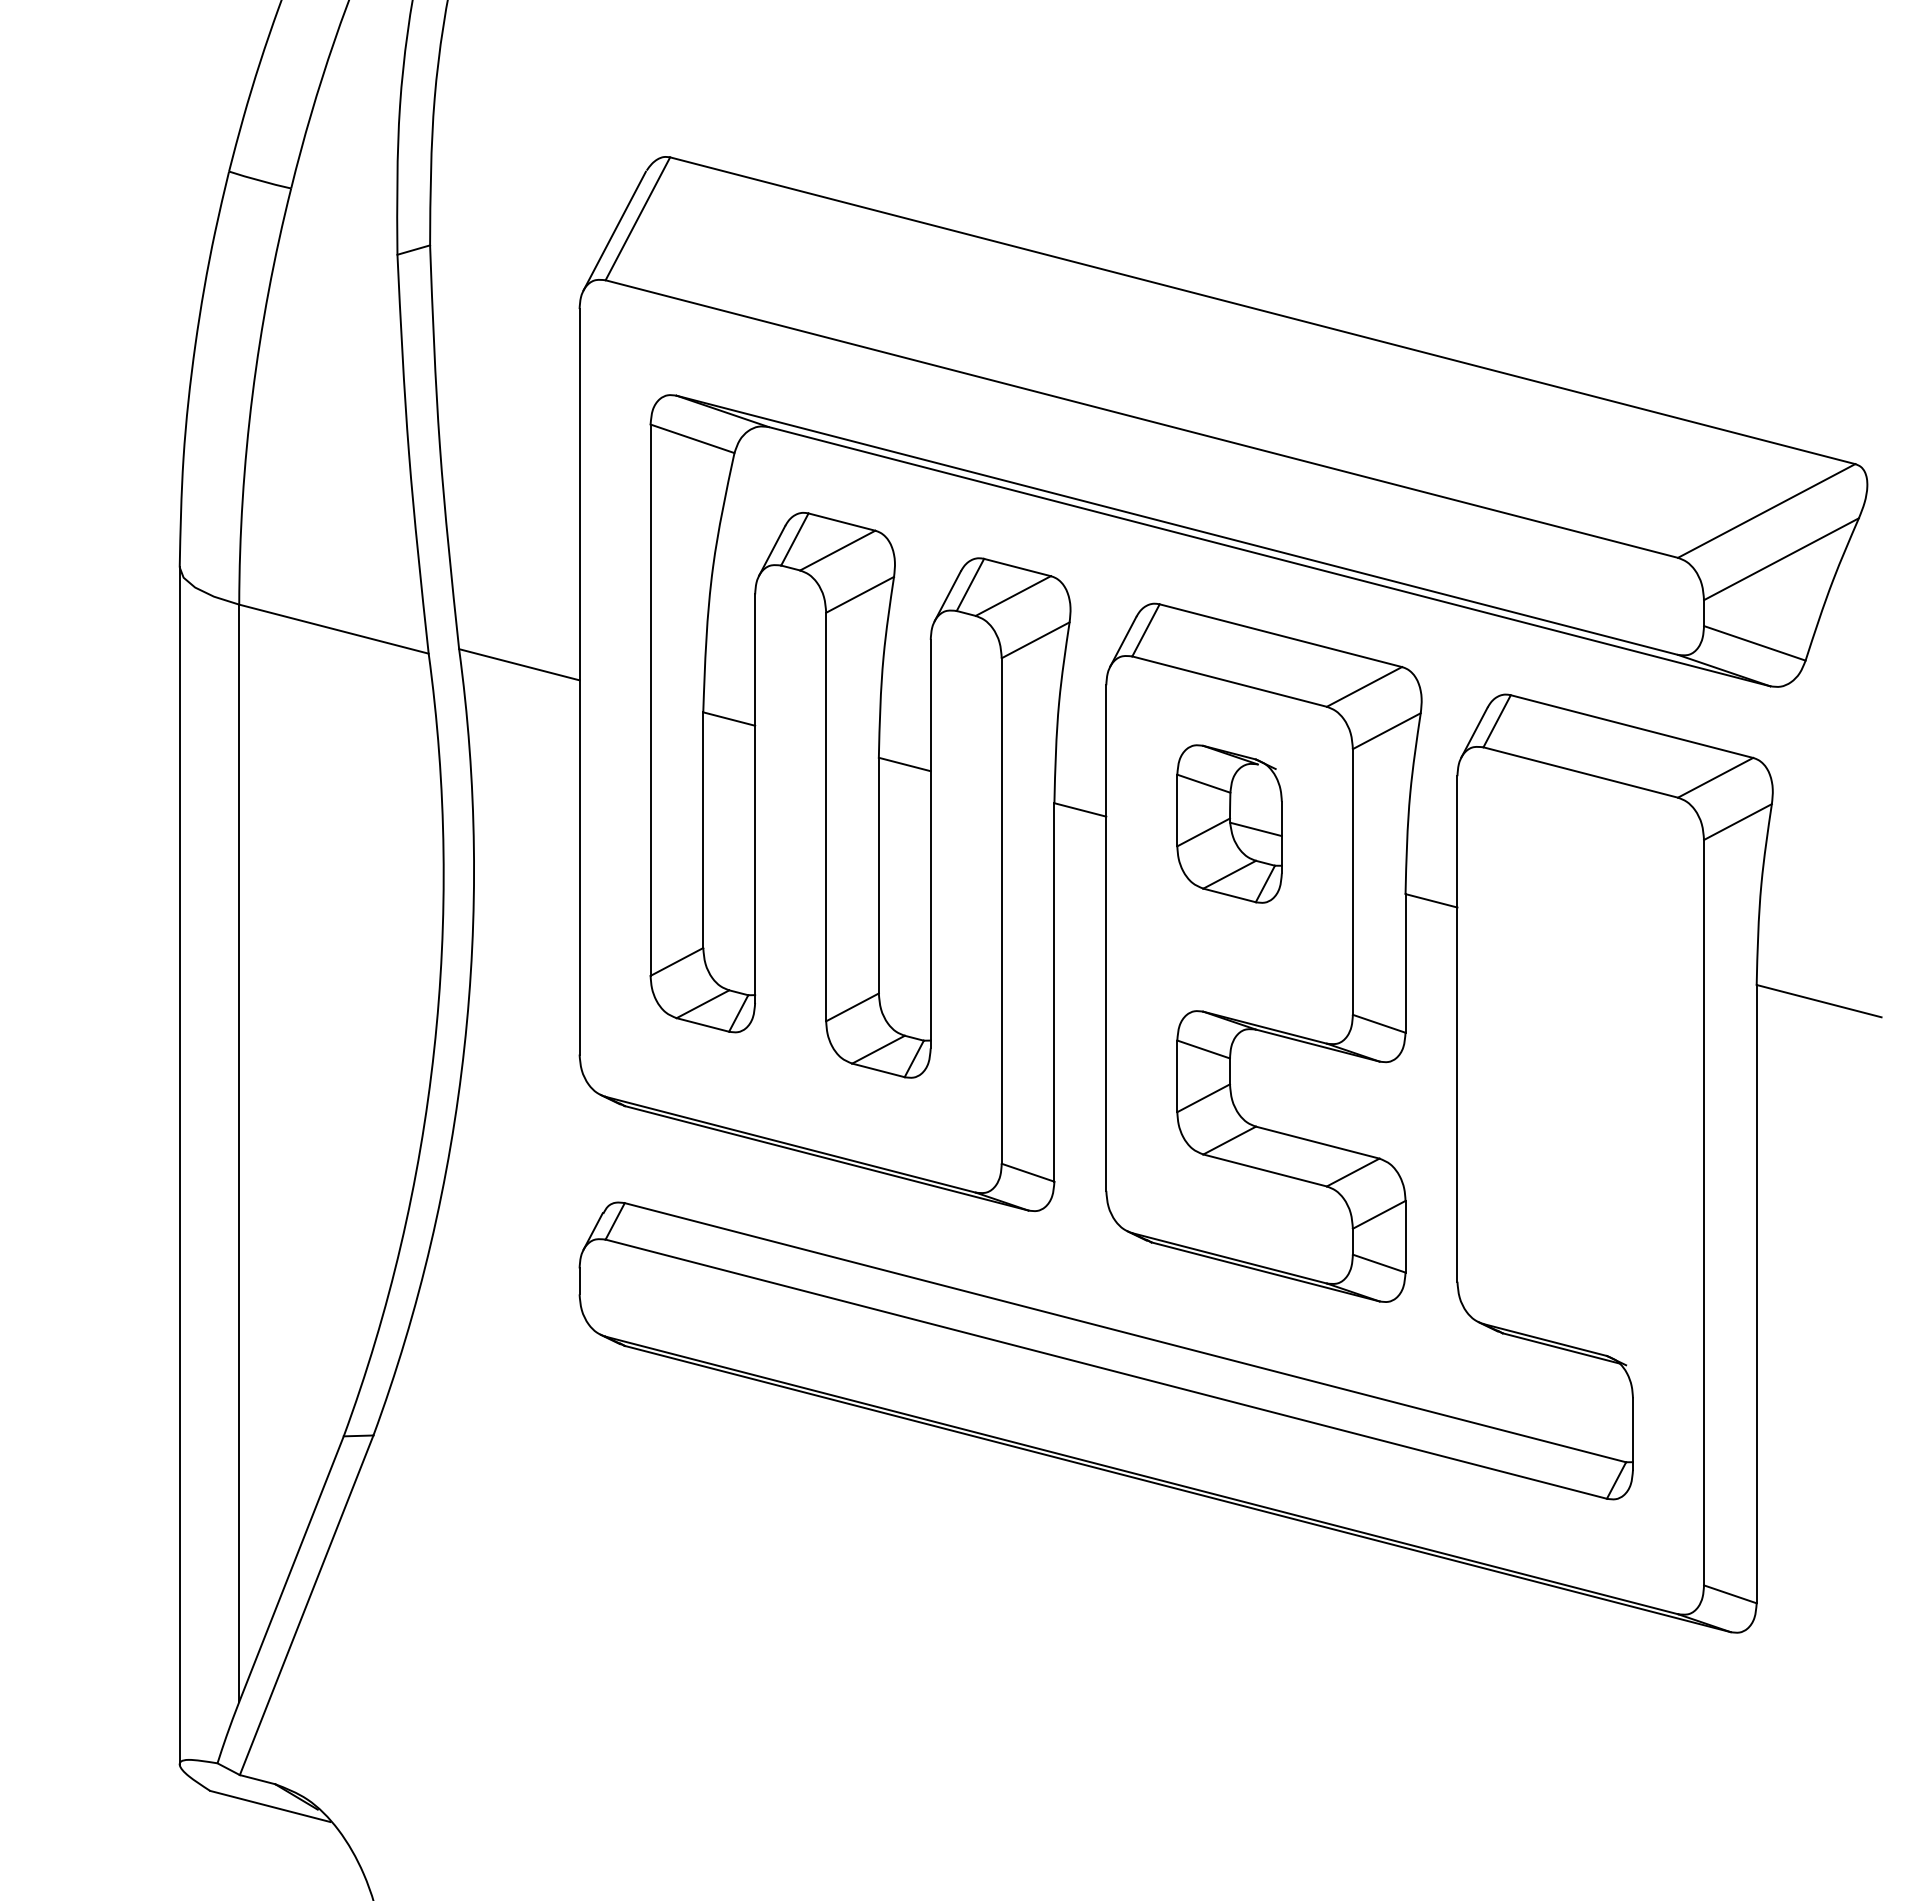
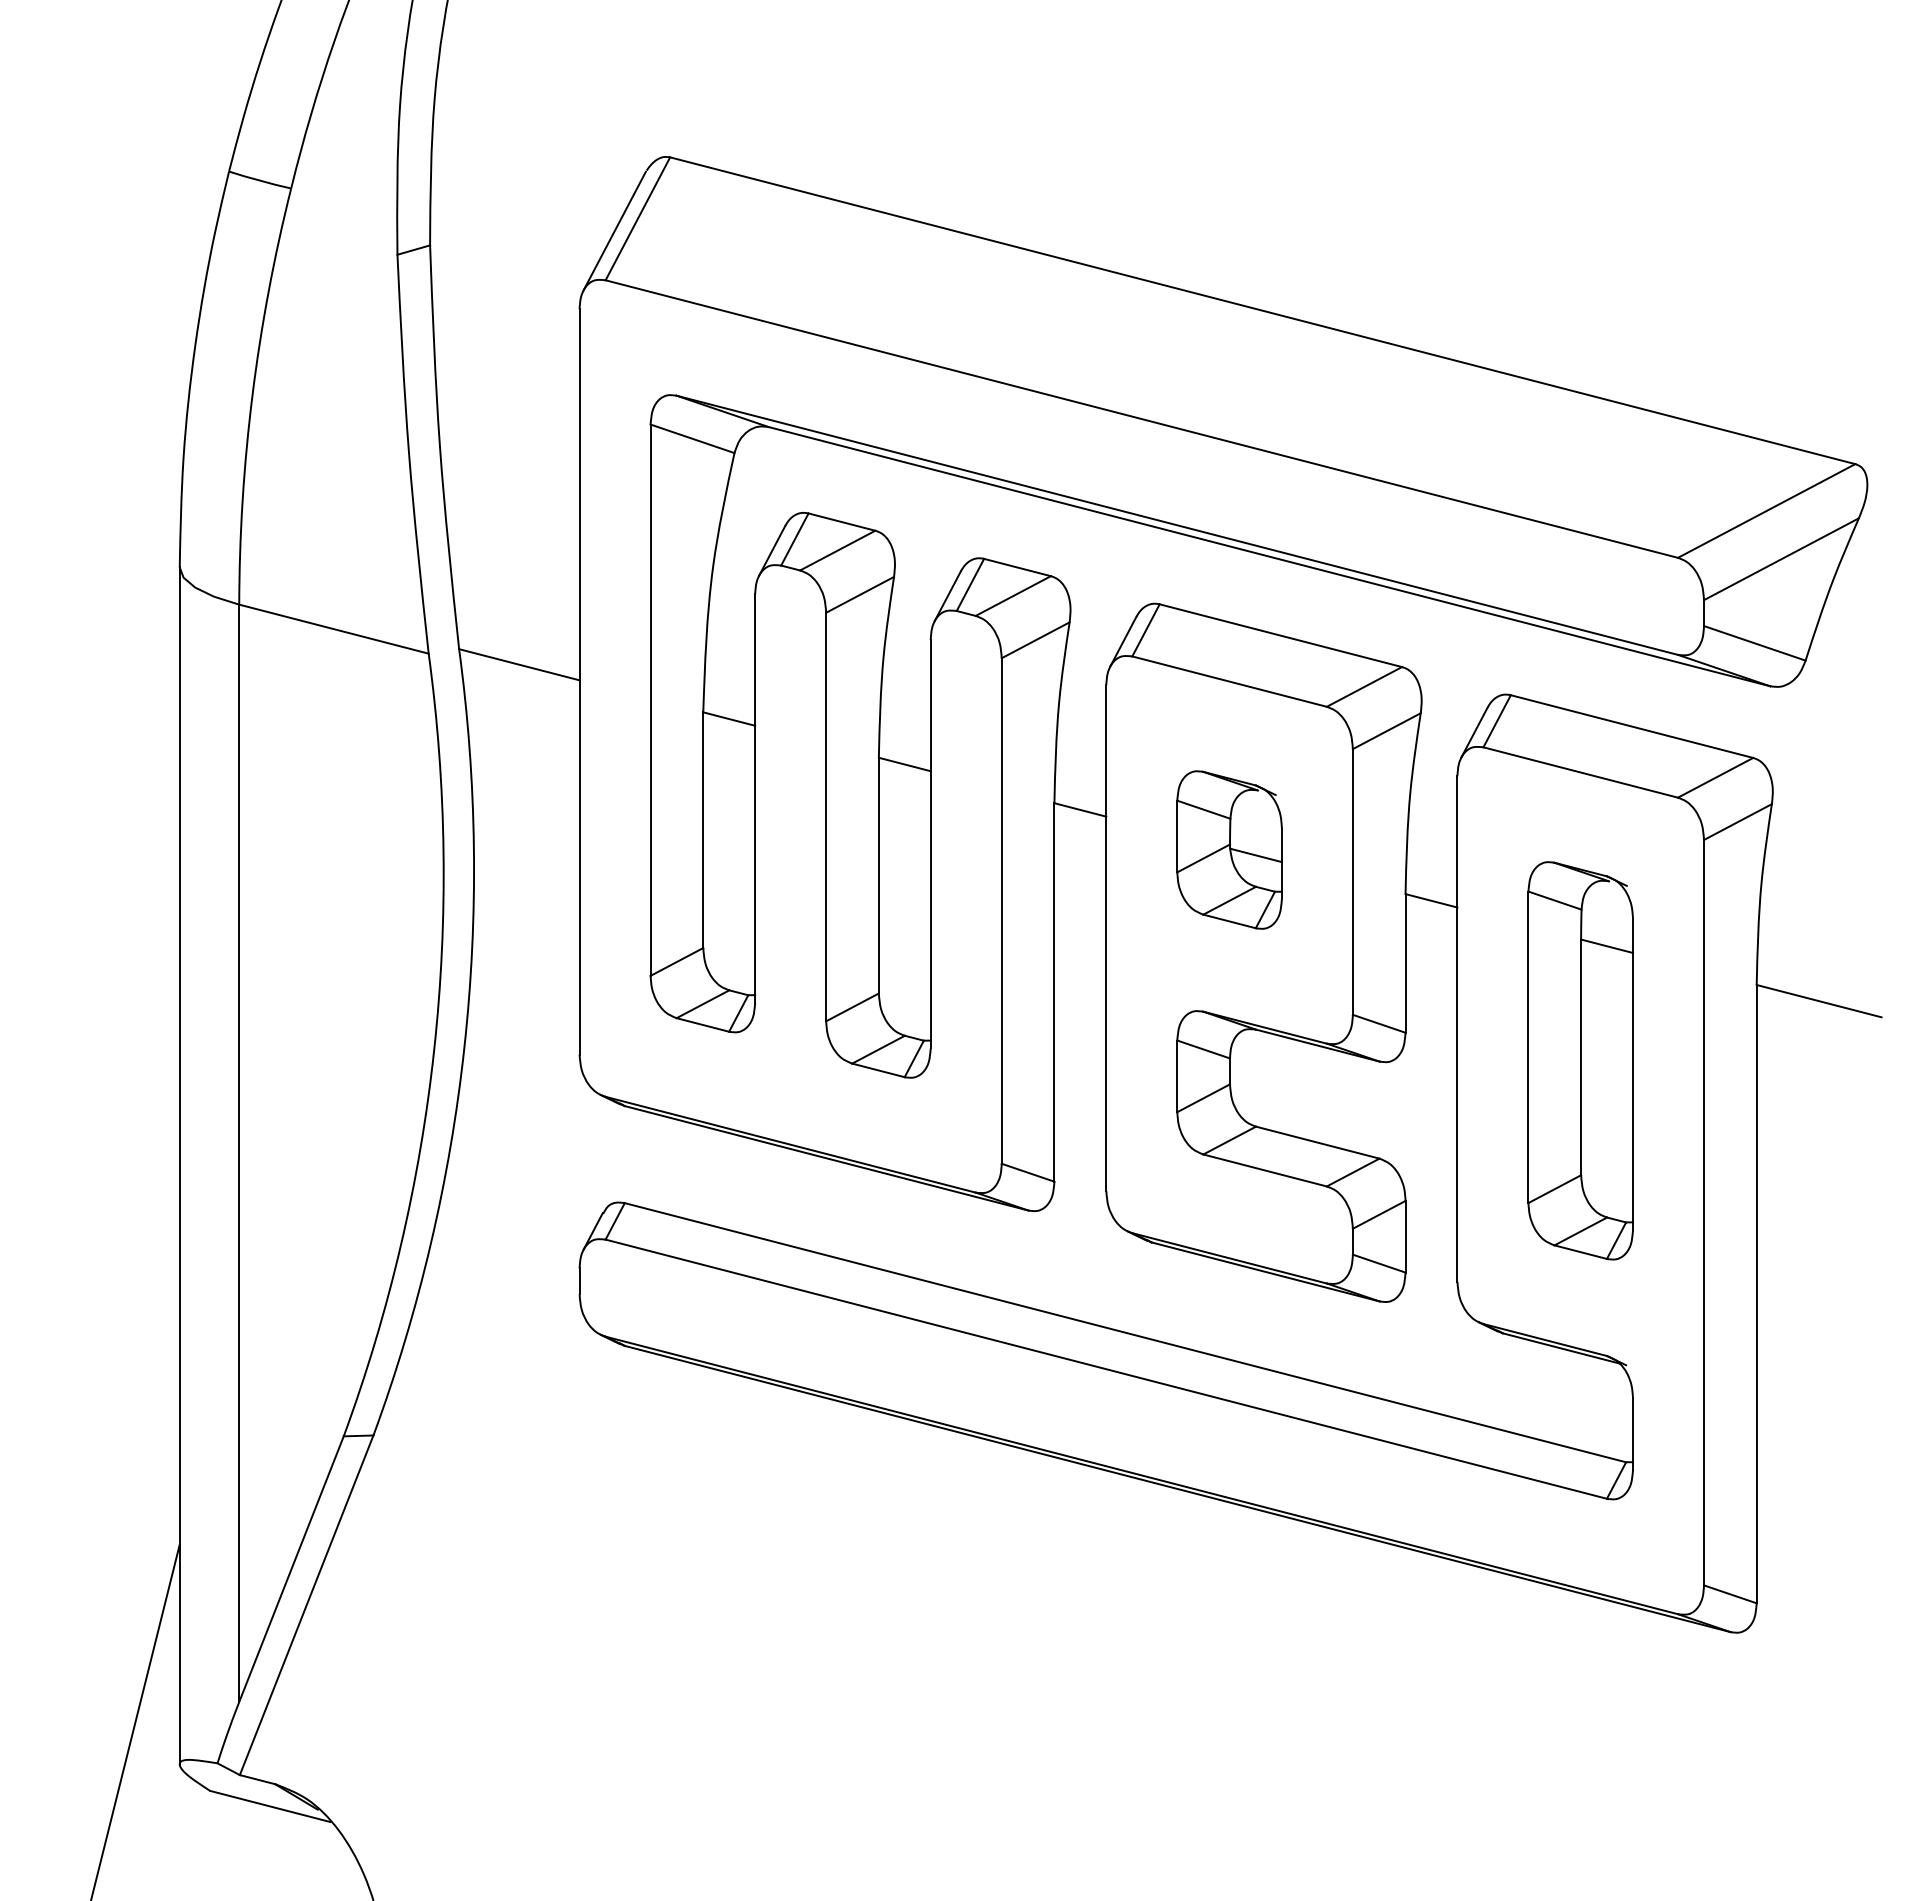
part at (1229, 823) position: (1229, 823) -> (1229, 849)
part at (1580, 1060): none -> present
line at (135, 1720): none -> present
